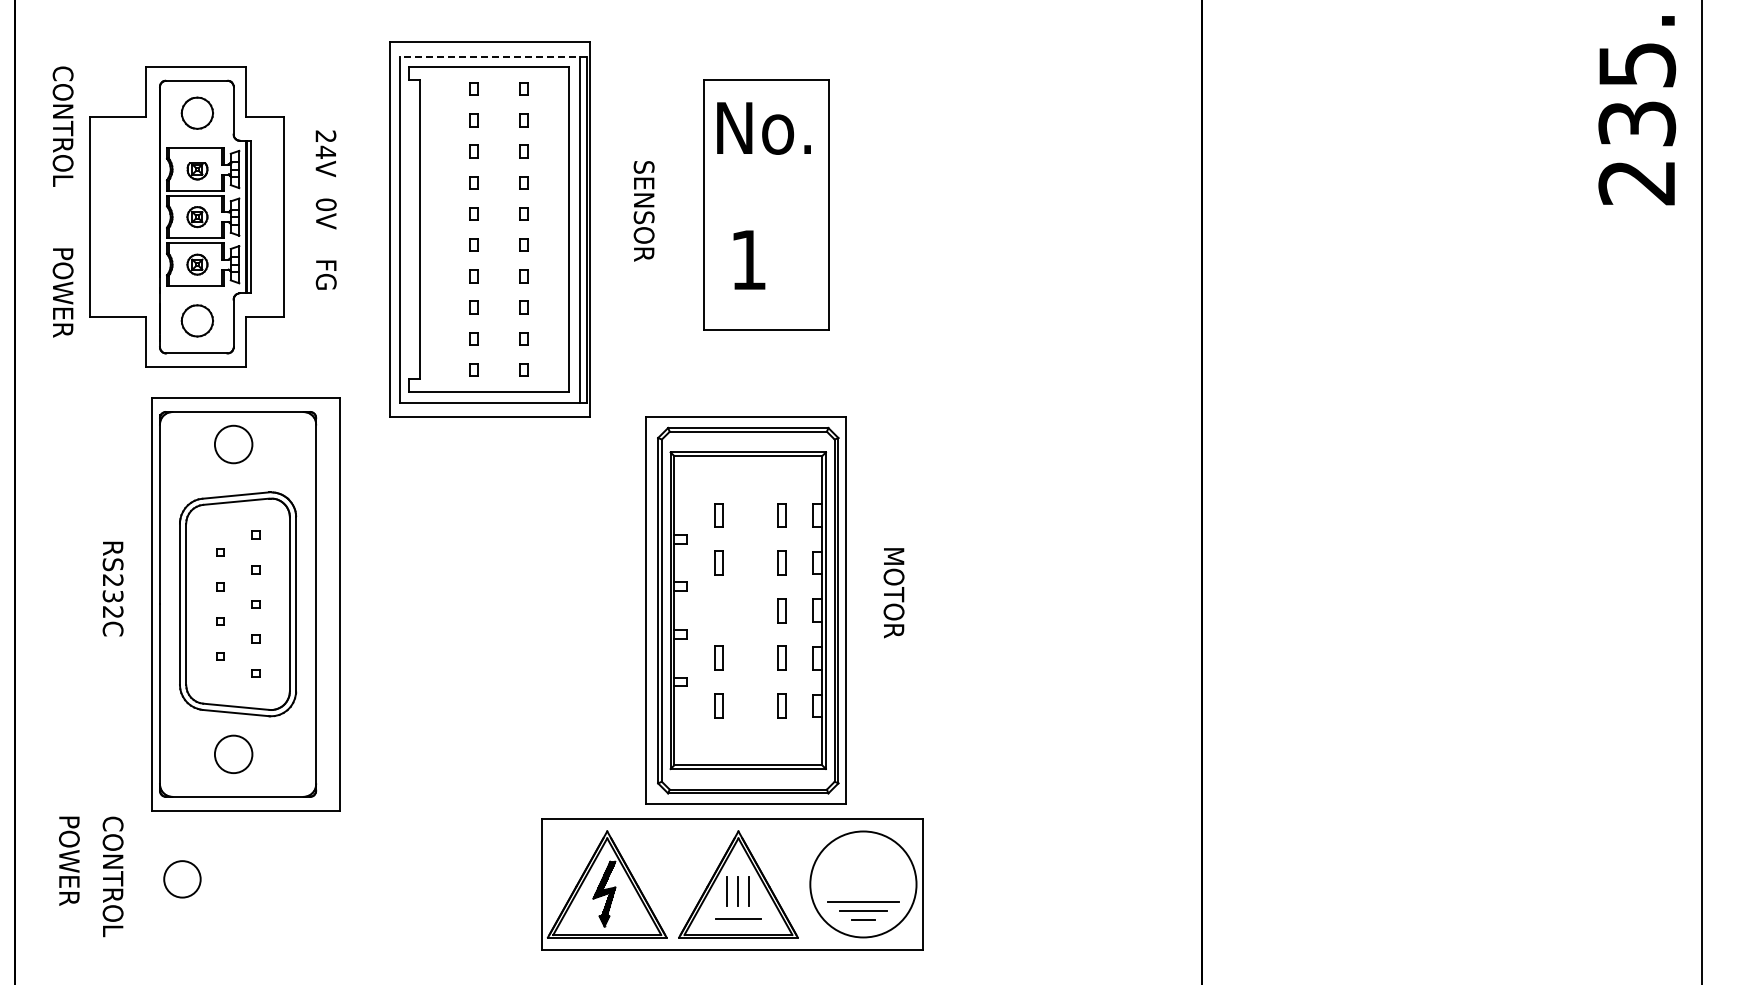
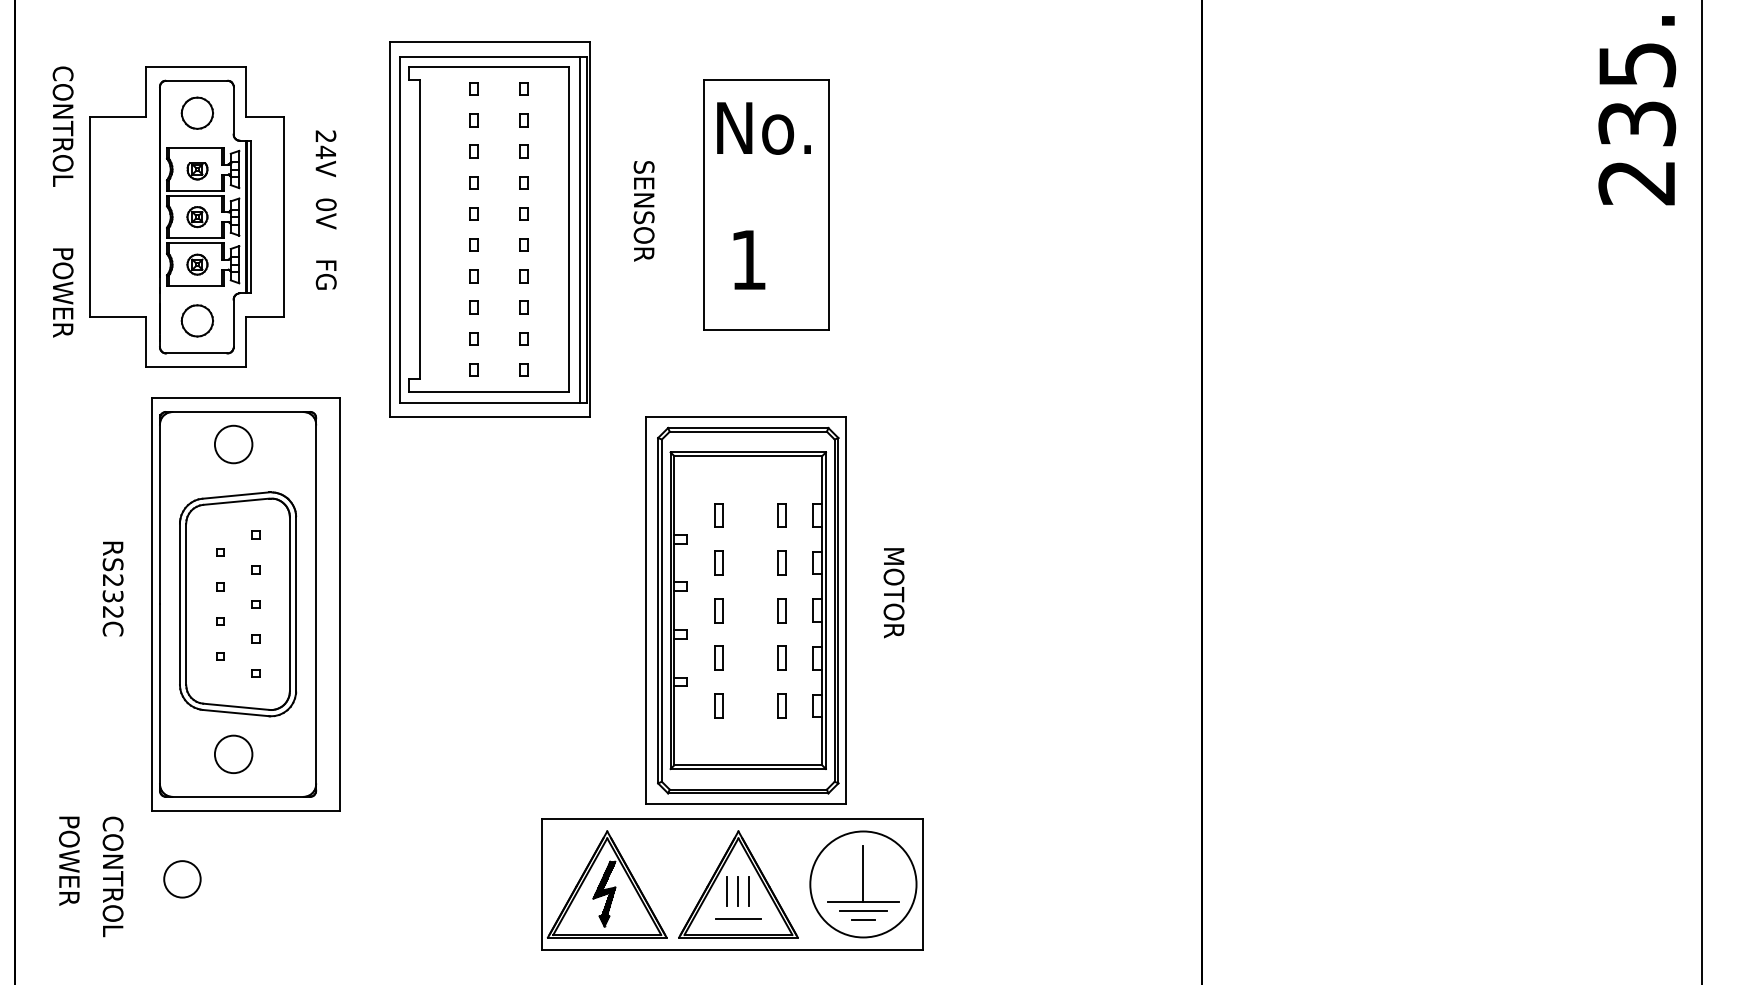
line at (493, 56): dashed -> solid
part at (718, 610): none -> present
line at (863, 874): none -> present
